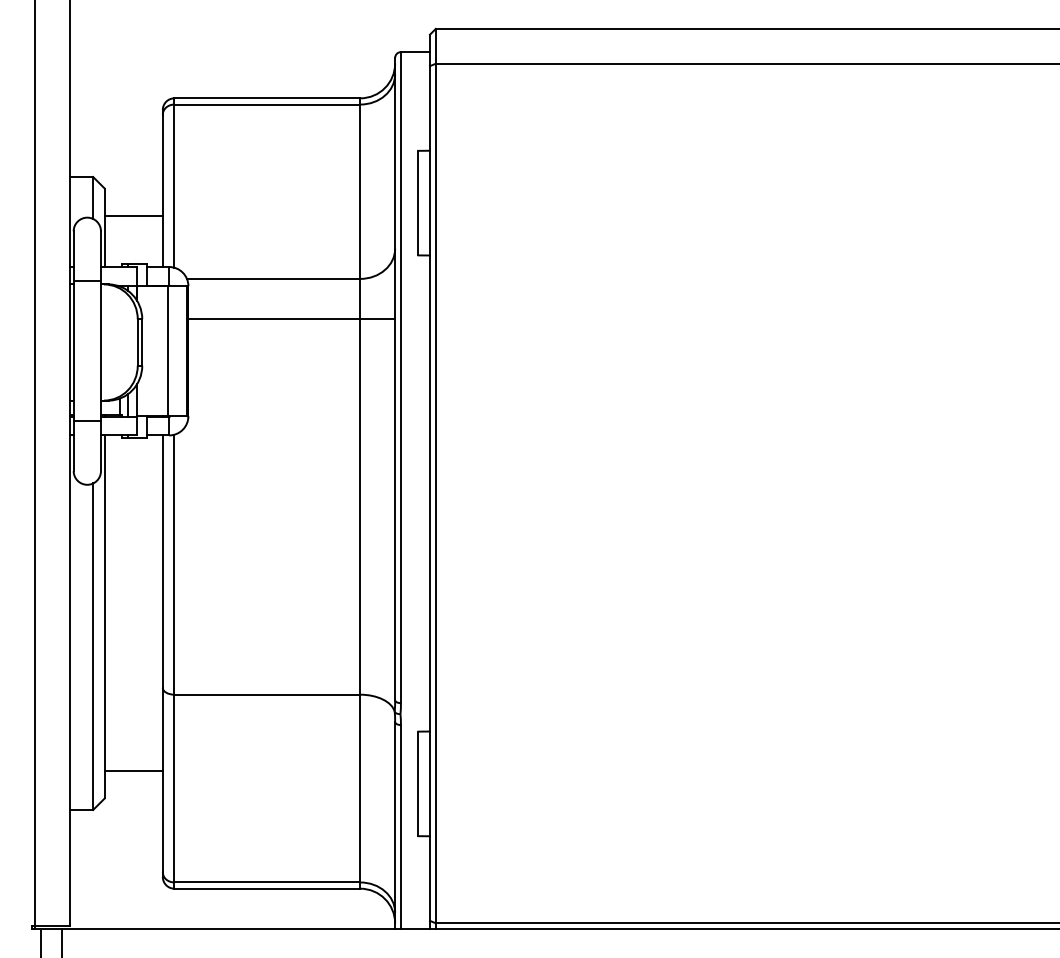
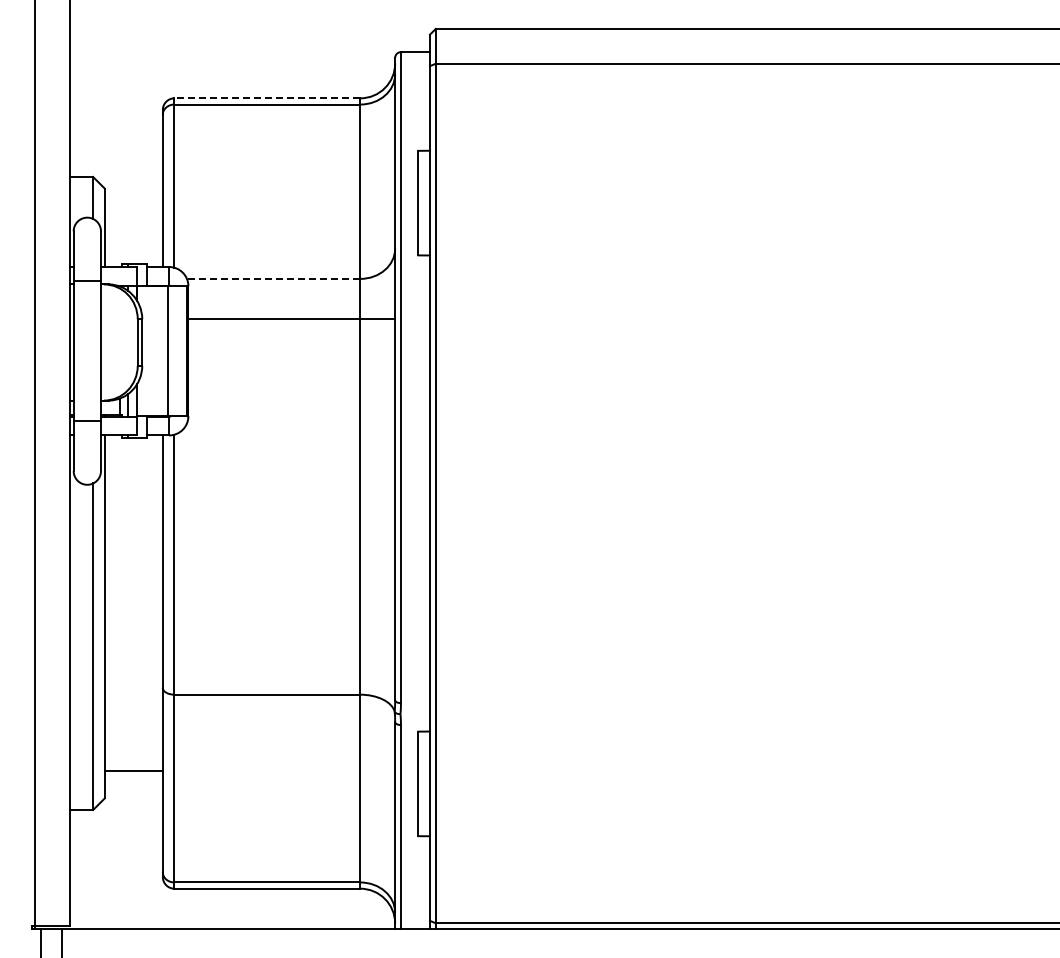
line at (267, 98): solid -> dashed
line at (133, 215): present -> none
line at (273, 278): solid -> dashed
